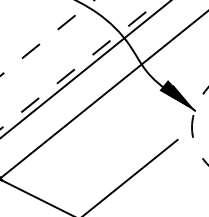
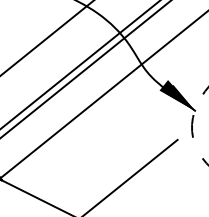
line at (46, 38): dashed -> solid
line at (80, 64): dashed -> solid
